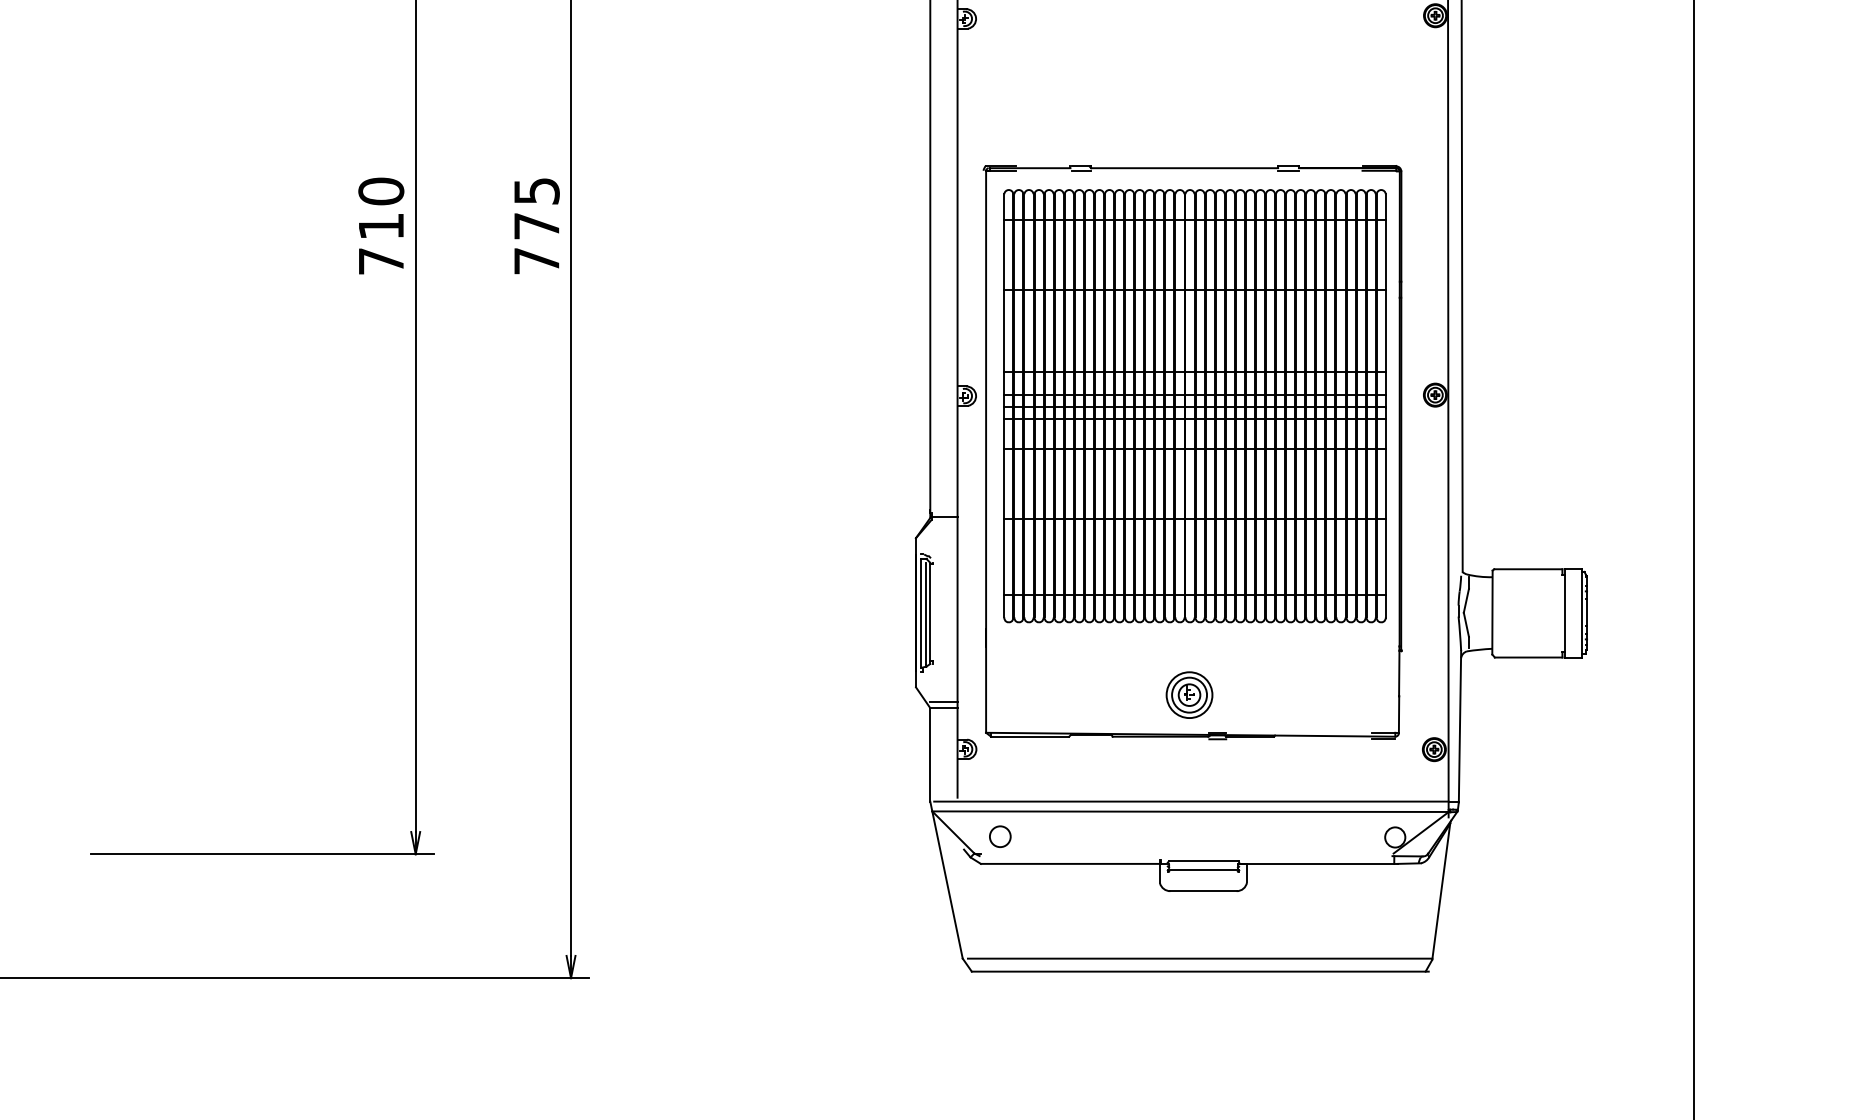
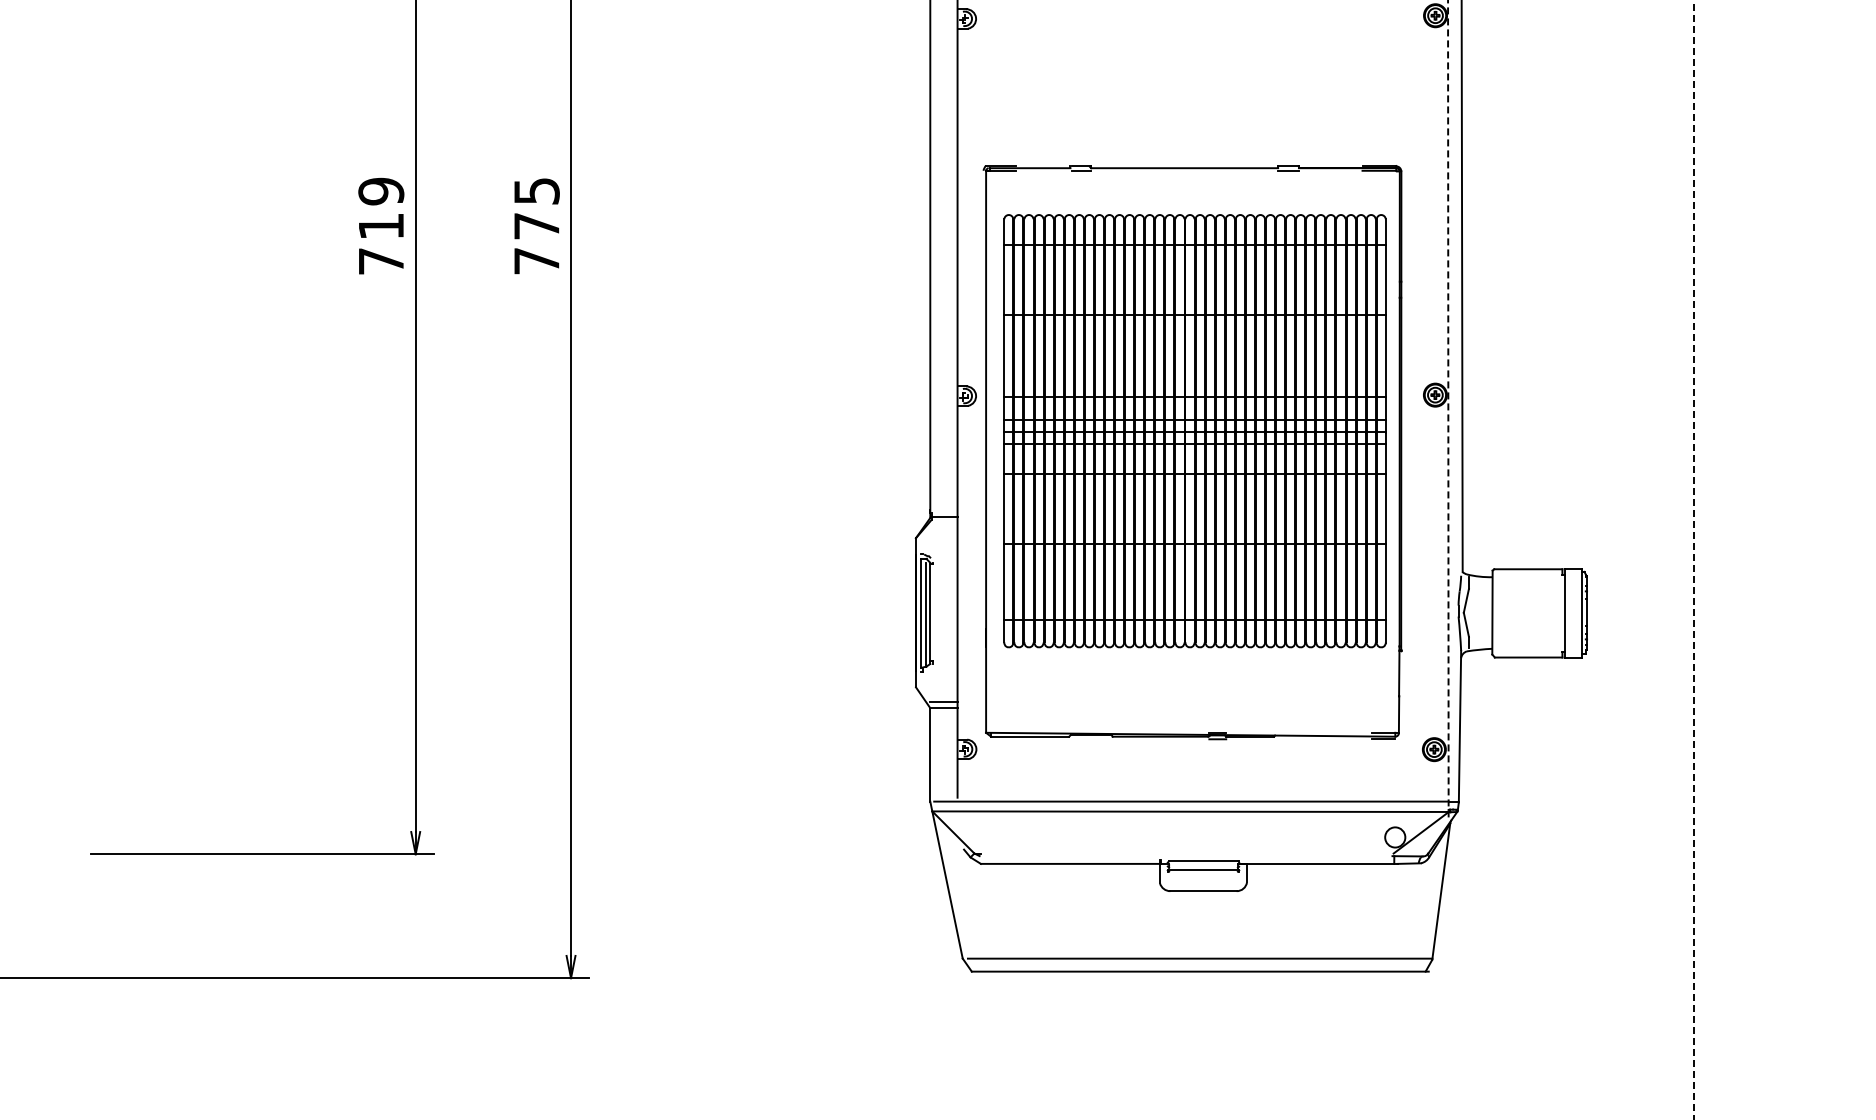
text at (381, 191): 710 -> 719
part at (1194, 406) position: (1194, 406) -> (1194, 431)
line at (1448, 408): solid -> dashed
line at (1694, 559): solid -> dashed
part at (1189, 694): present -> none
circle at (1000, 836): present -> none
